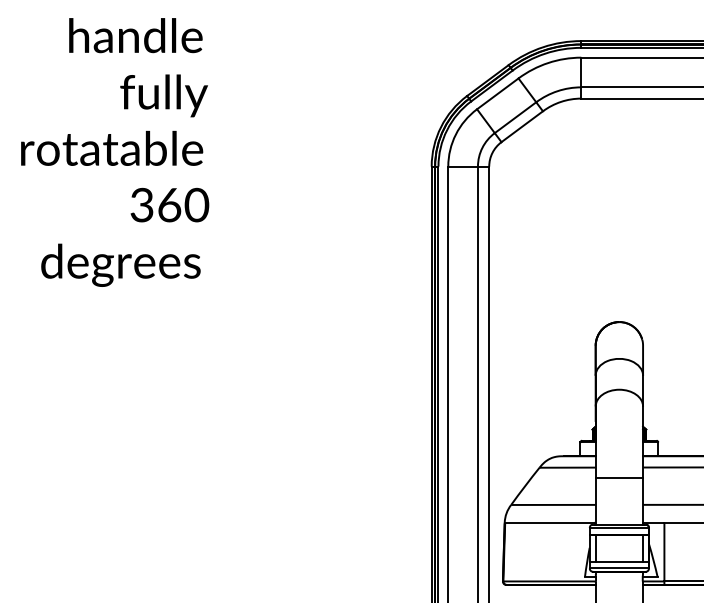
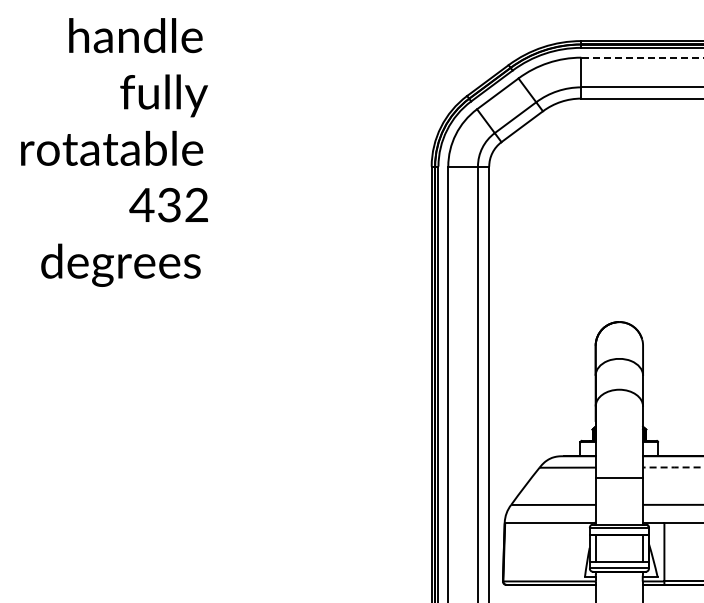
line at (642, 57): solid -> dashed
text at (169, 204): 360 -> 432
arc at (672, 467): solid -> dashed
